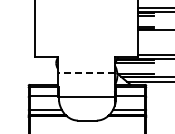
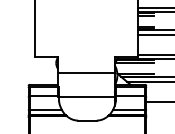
line at (154, 35): none -> present
line at (86, 72): dashed -> solid
line at (158, 101): none -> present
